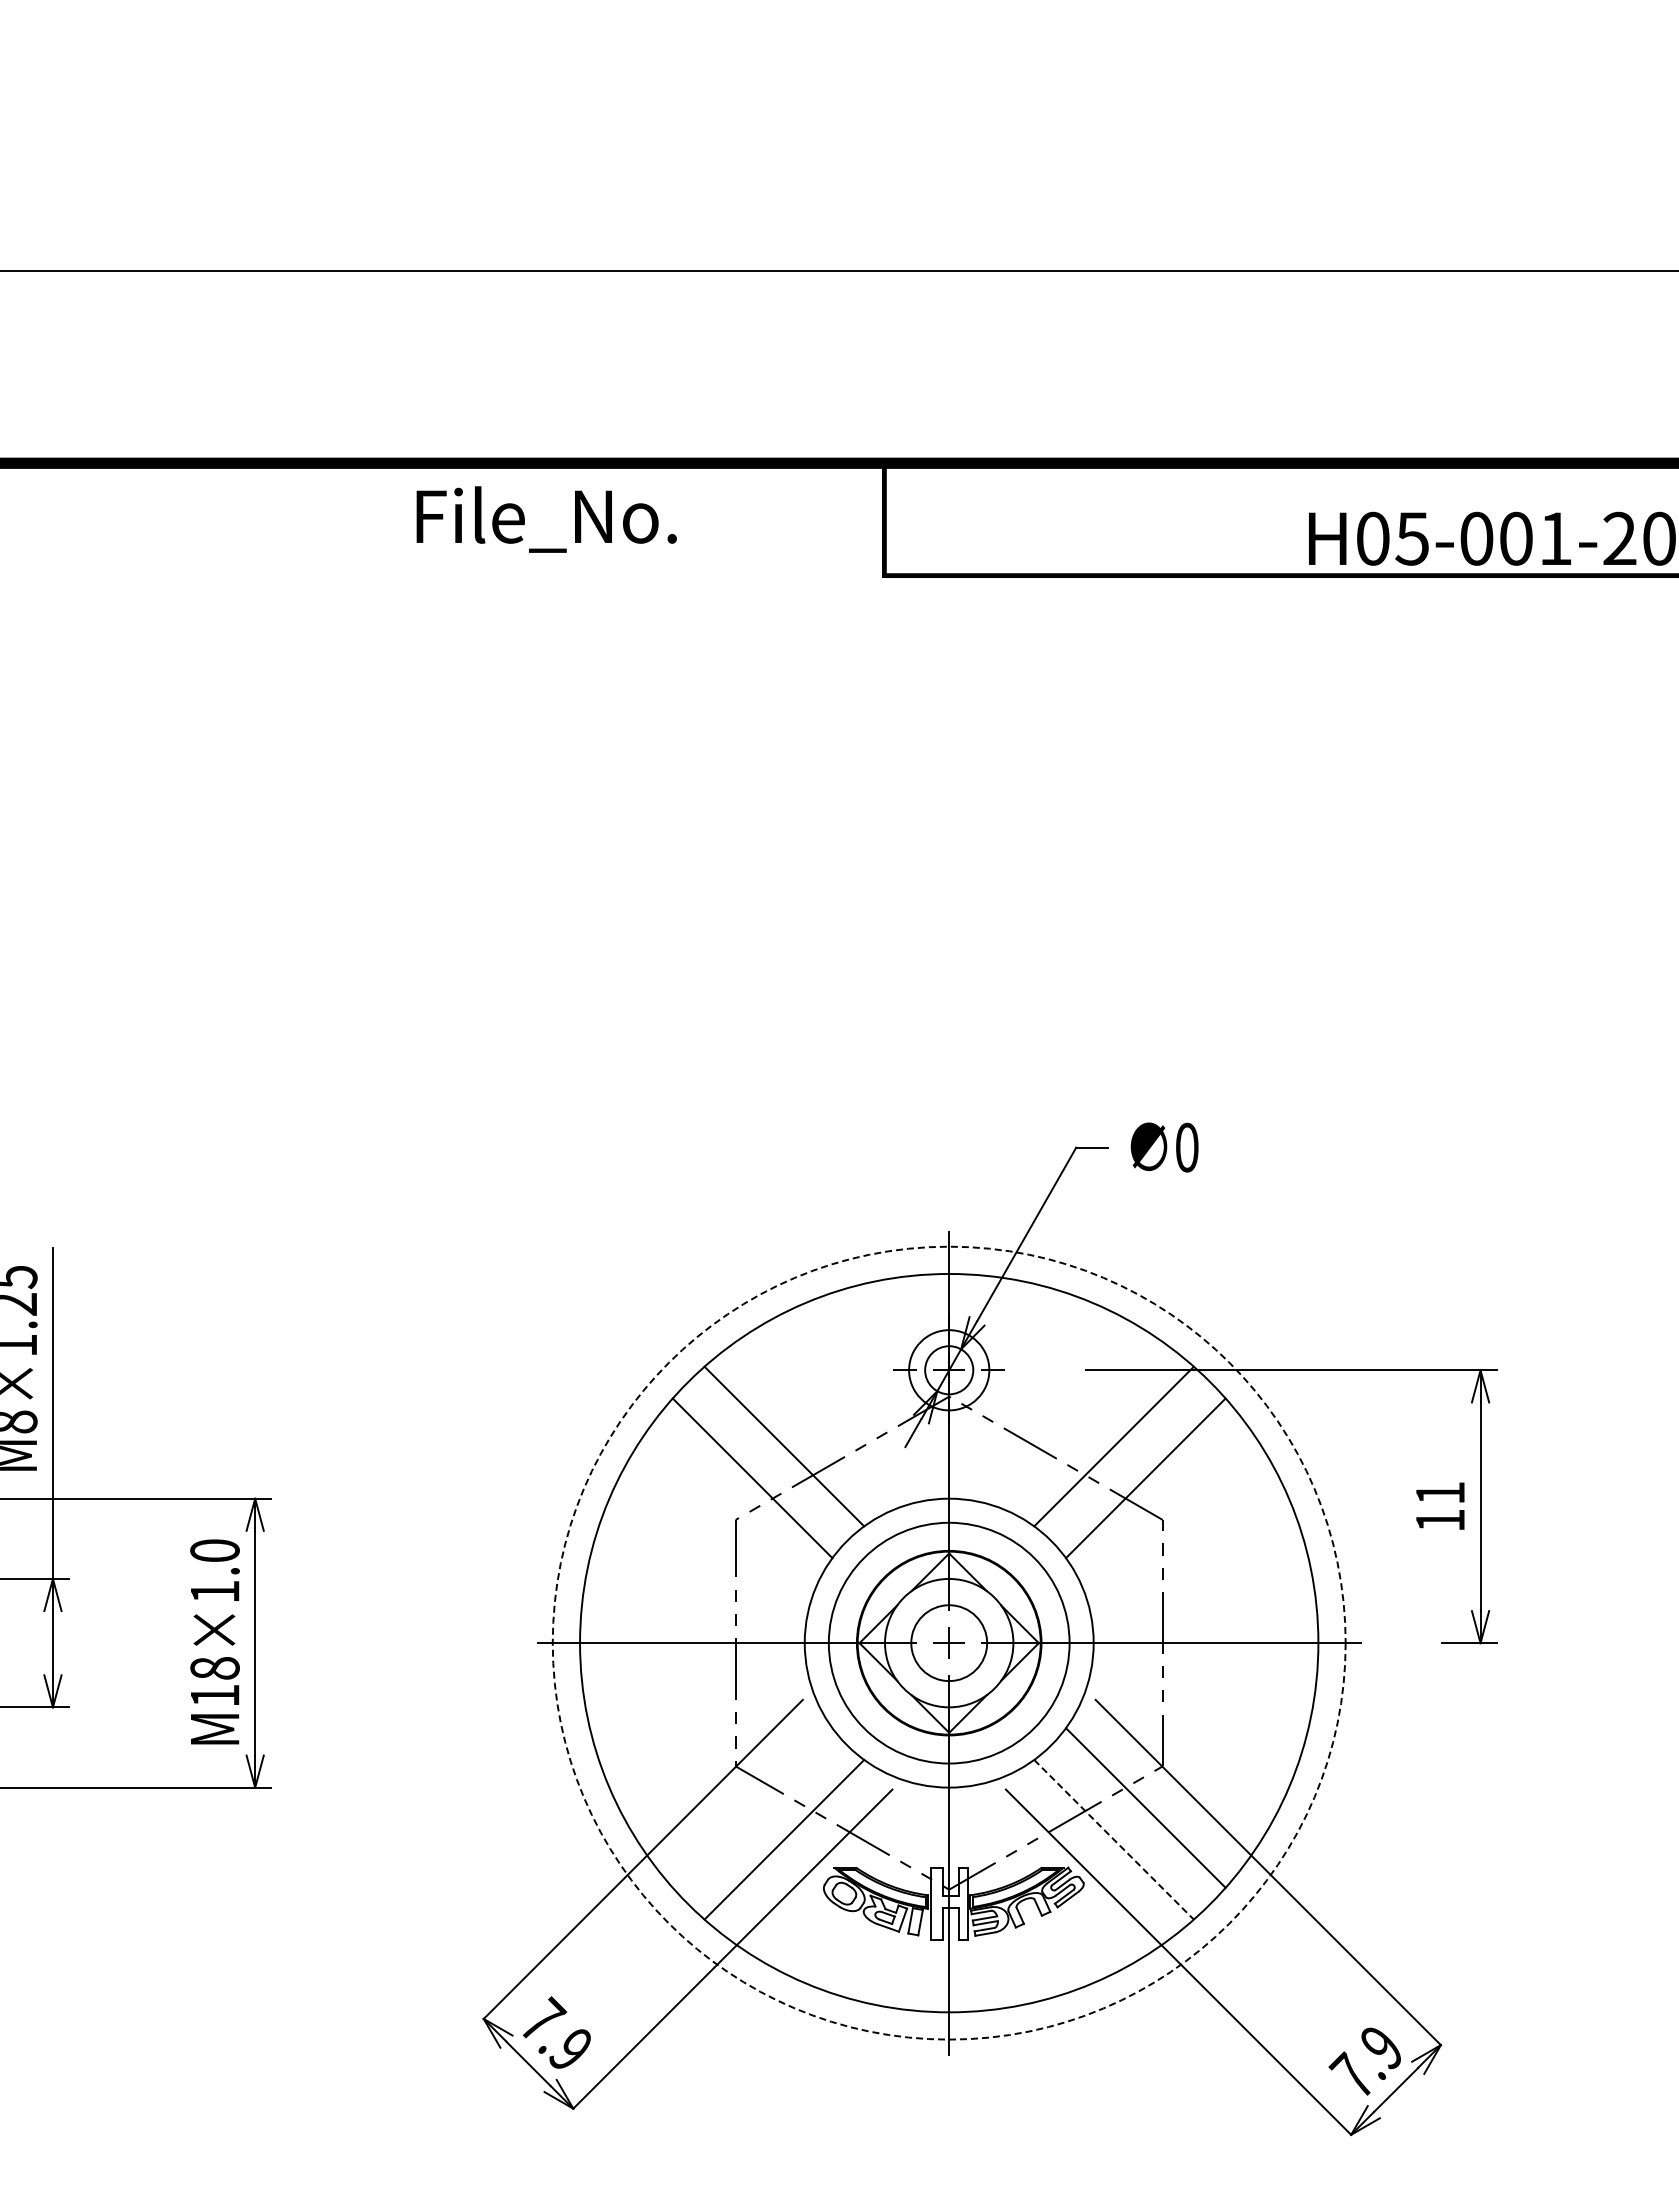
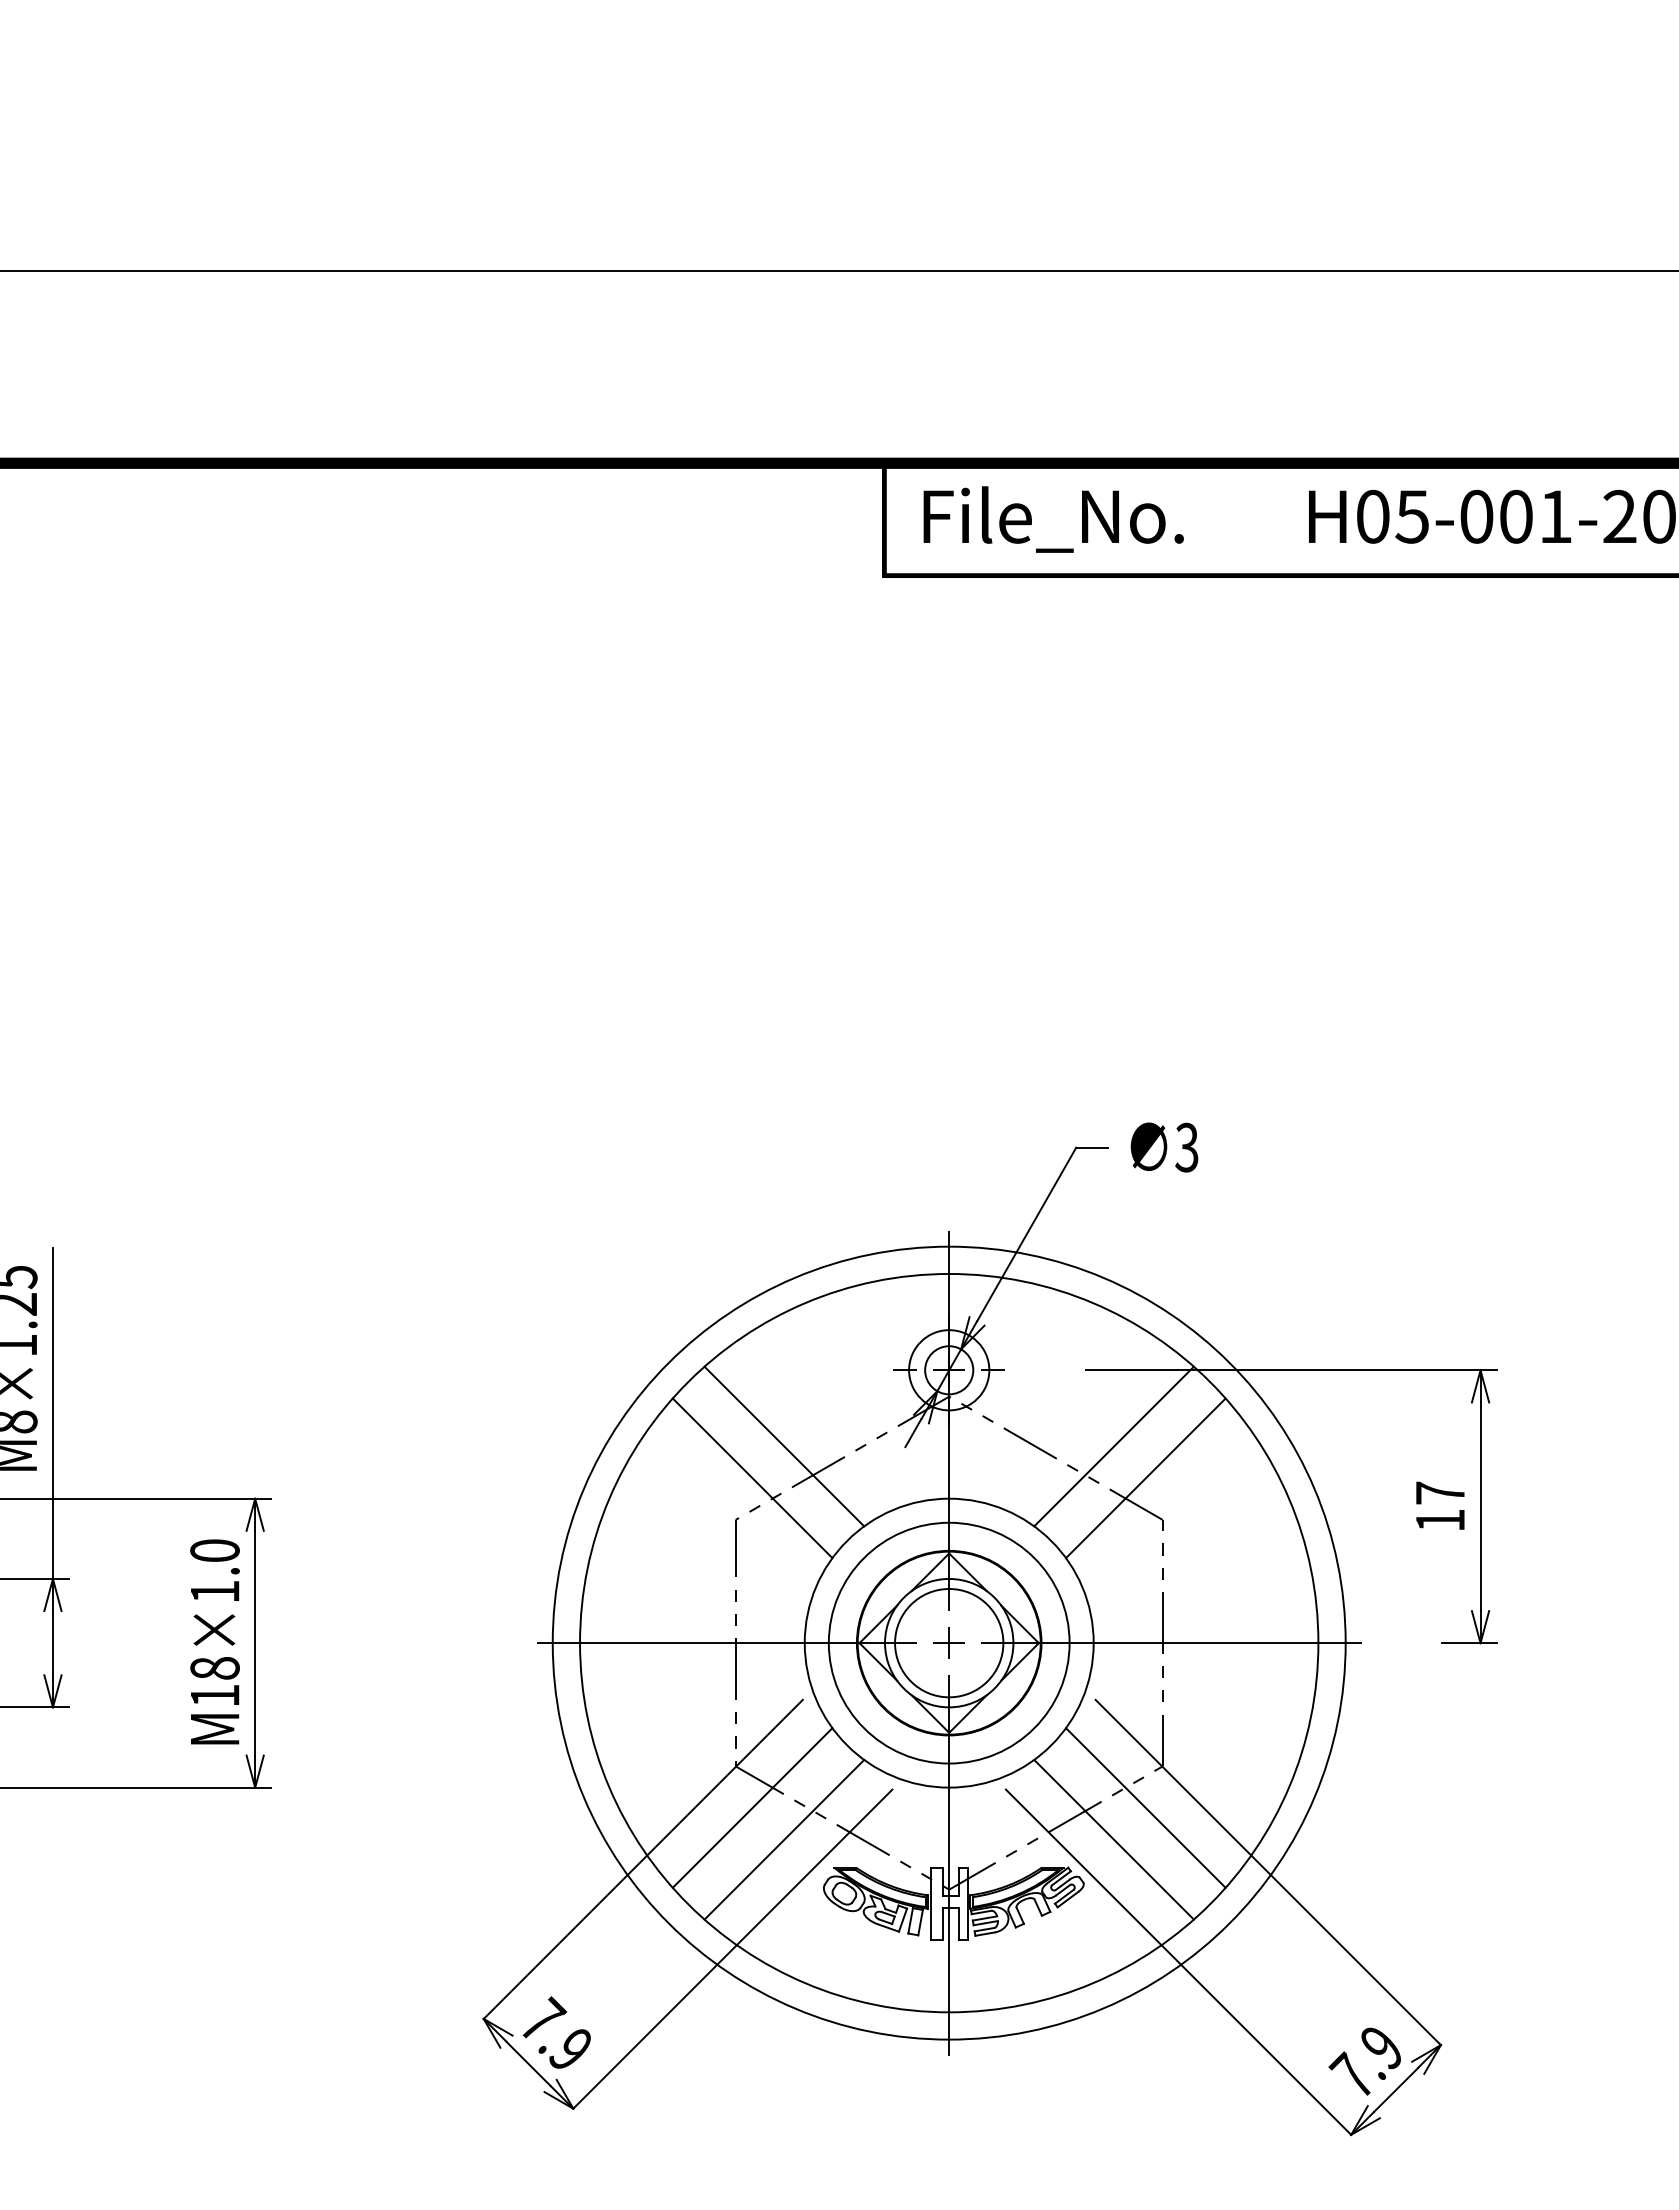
text at (546, 519) position: (546, 519) -> (1053, 519)
text at (1492, 538) position: (1492, 538) -> (1492, 516)
text at (1186, 1147): 0 -> 3
text at (1440, 1492): 11 -> 17
circle at (948, 1642): dashed -> solid
circle at (949, 1643) diameter: 76 px -> 108 px
line at (752, 1807): none -> present
line at (1114, 1839): dashed -> solid
